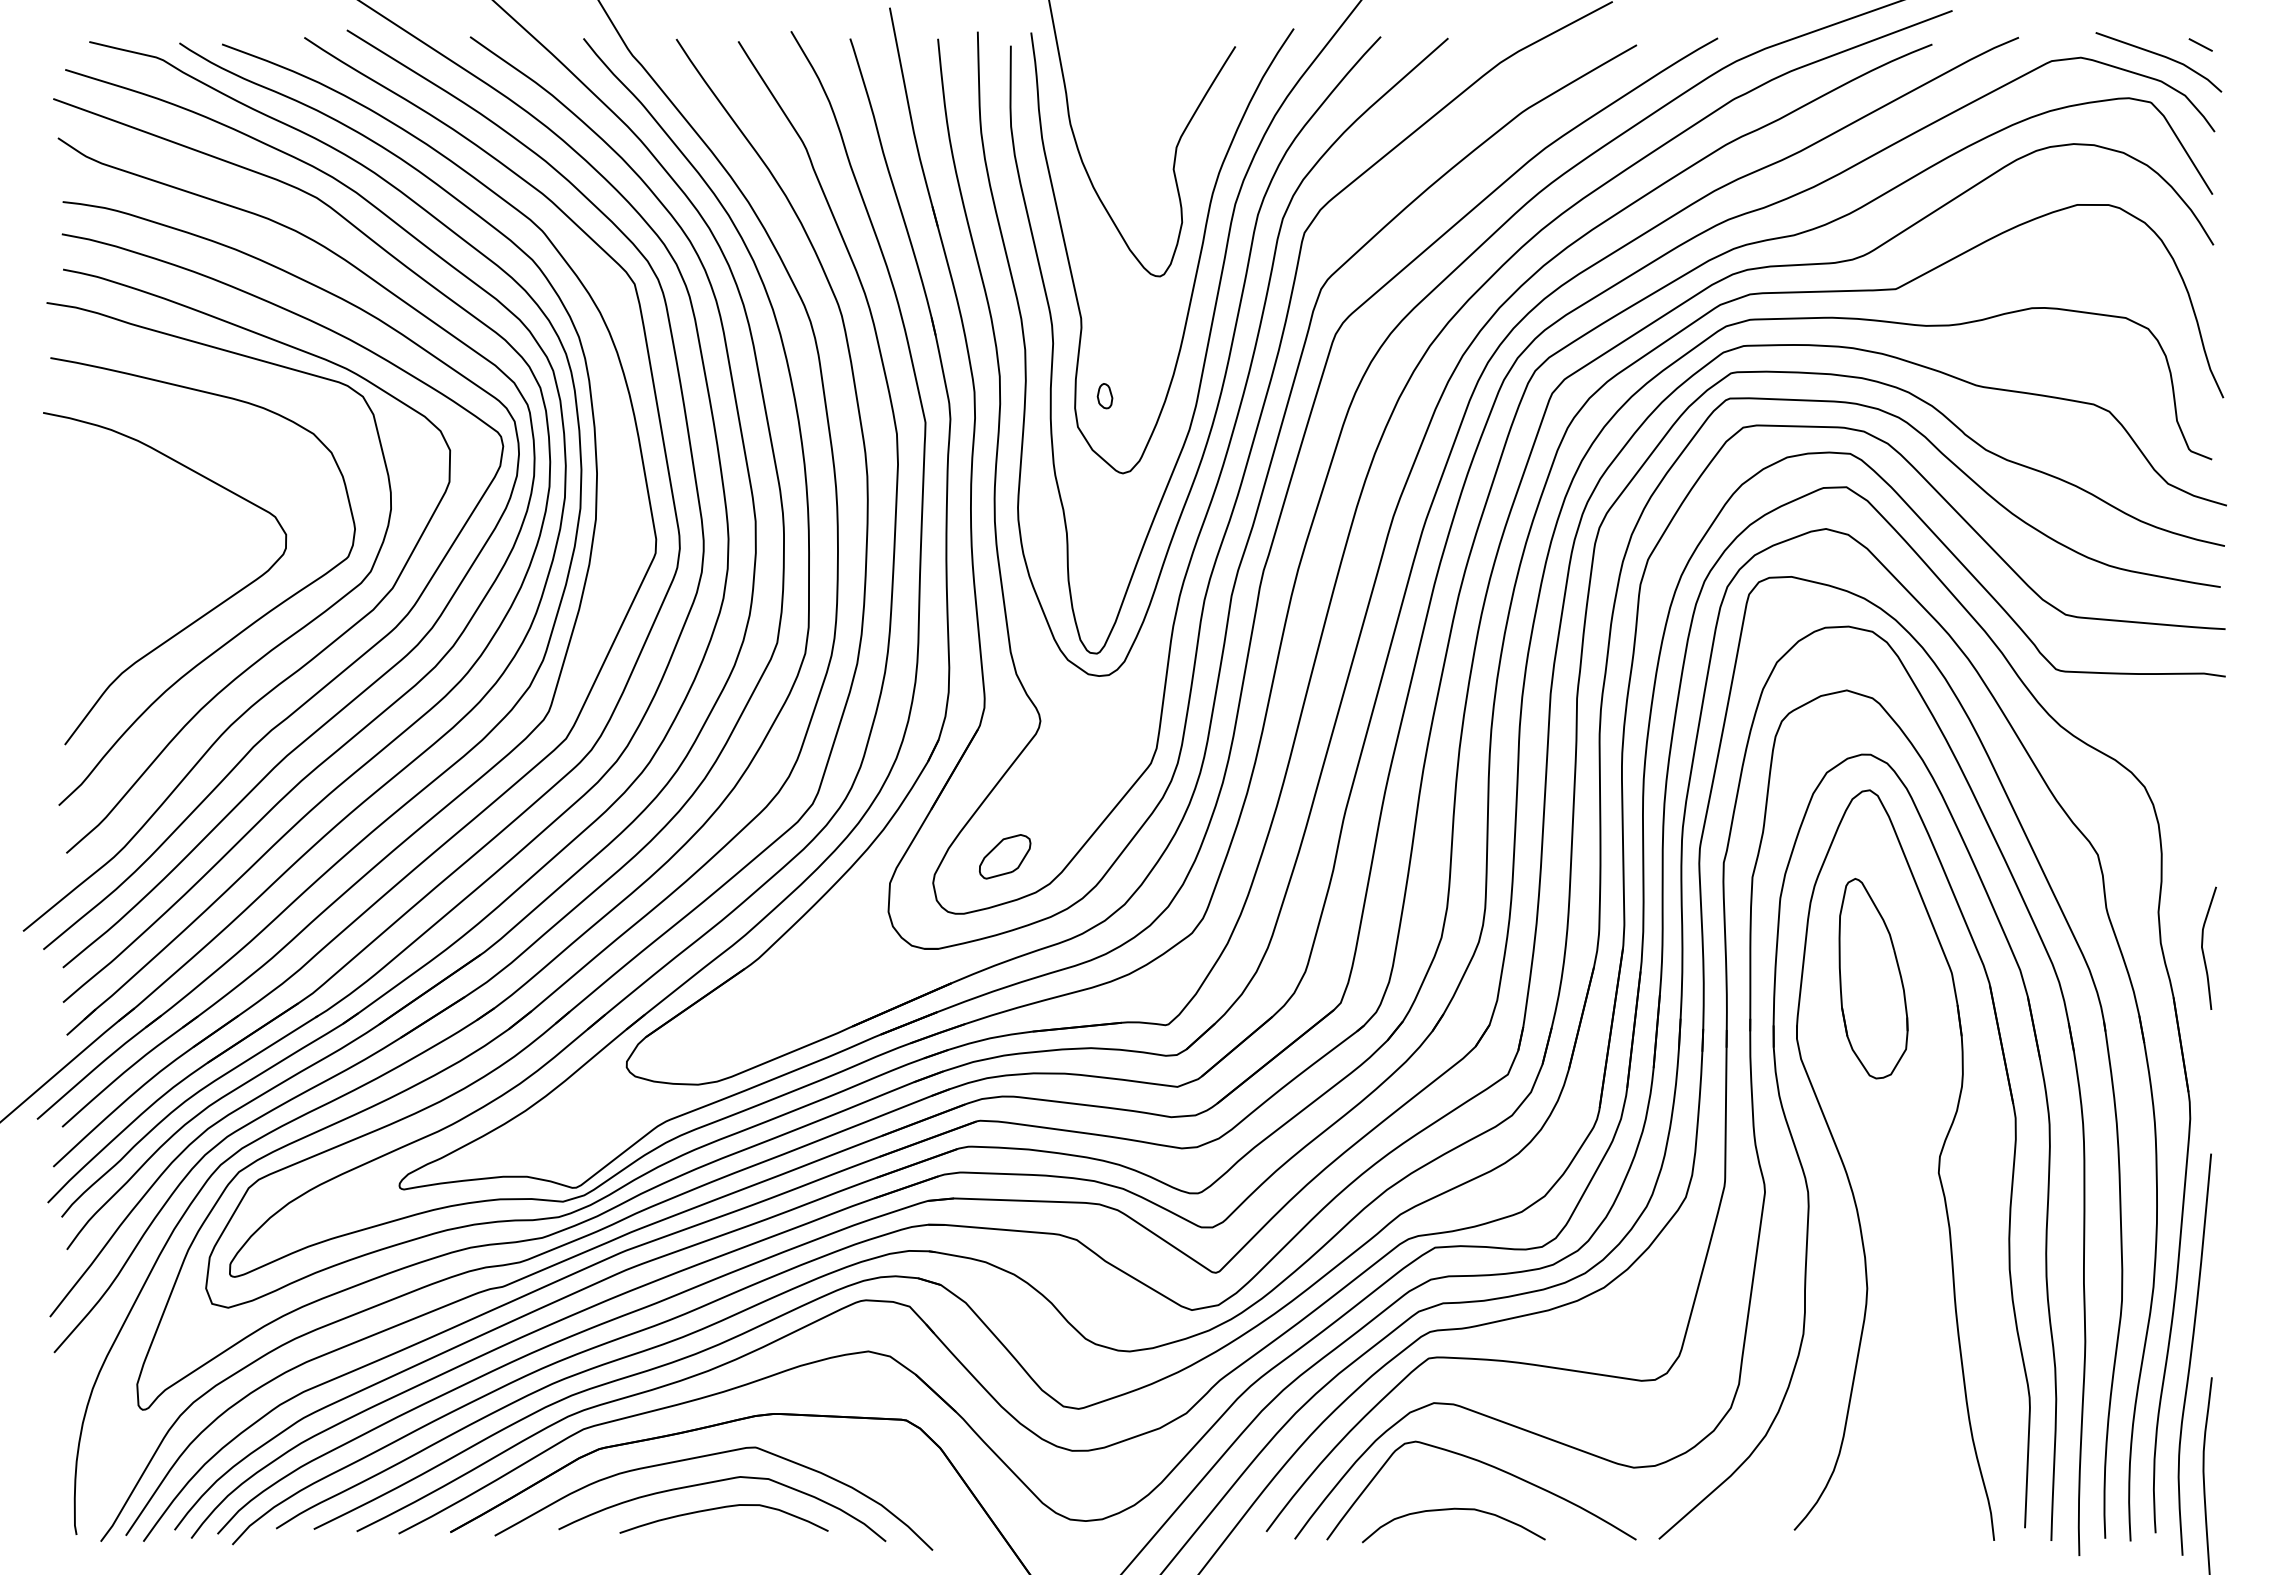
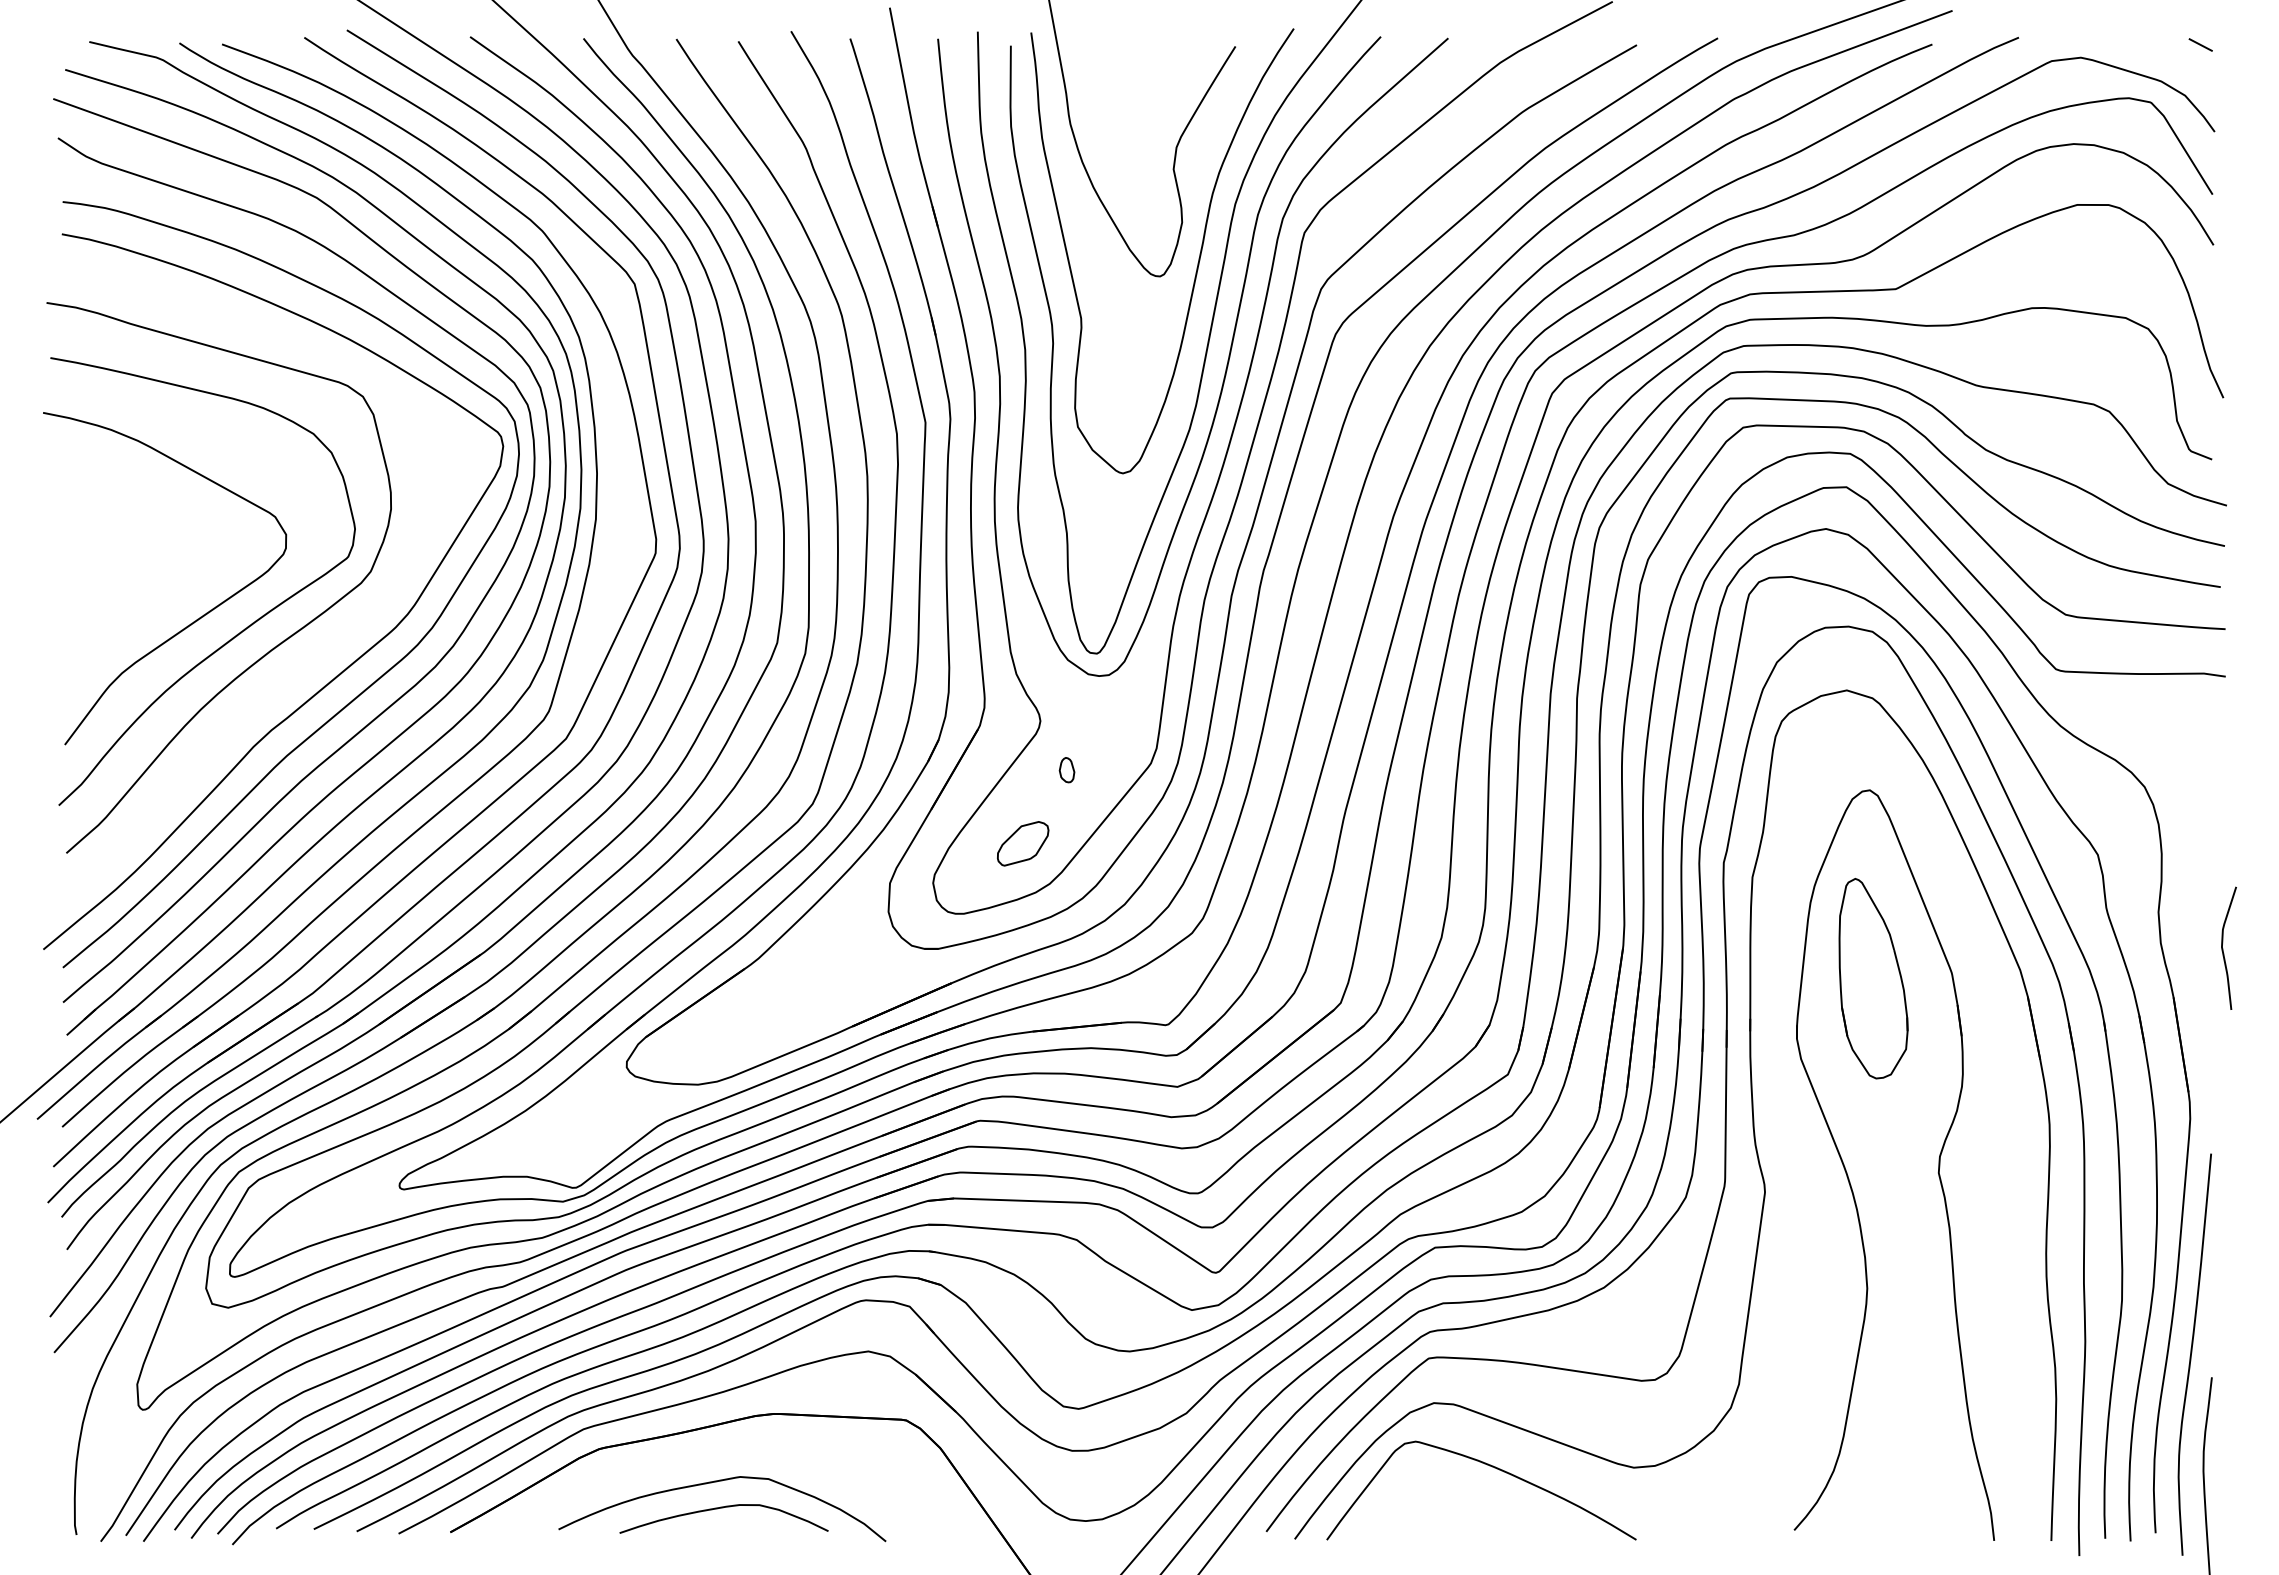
line at (2160, 56): present -> none
part at (1104, 396) position: (1104, 396) -> (1066, 770)
curve at (290, 674): present -> none
part at (1005, 856) position: (1005, 856) -> (1023, 843)
curve at (2203, 948) position: (2203, 948) -> (2223, 948)
part at (1800, 1159): present -> none
curve at (703, 1457): present -> none
curve at (1449, 1510): present -> none
